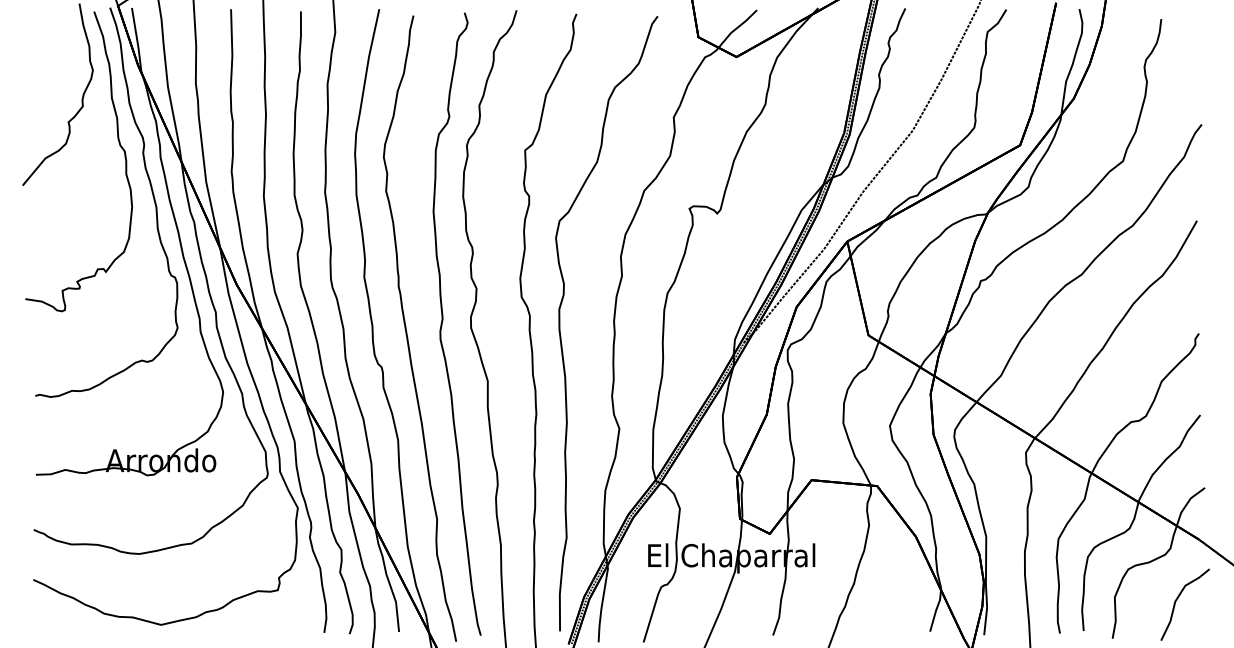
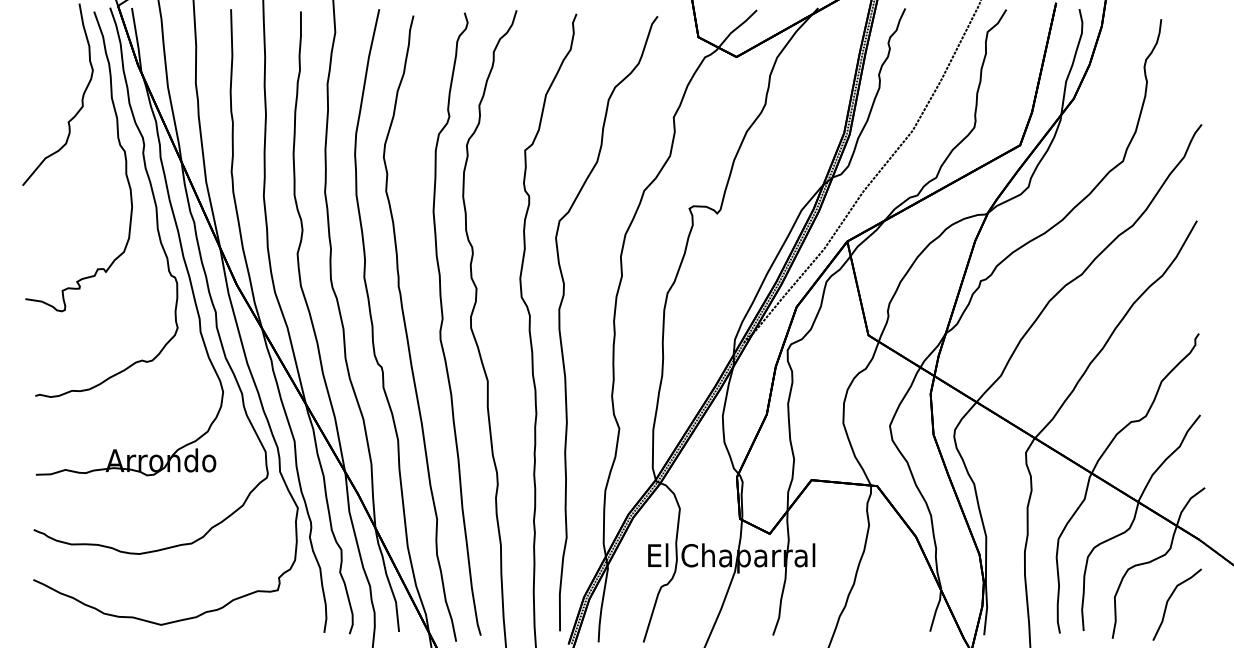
curve at (1177, 600) position: (1177, 600) -> (1169, 600)
